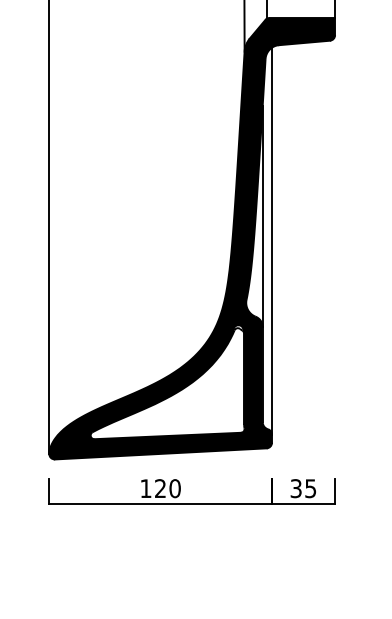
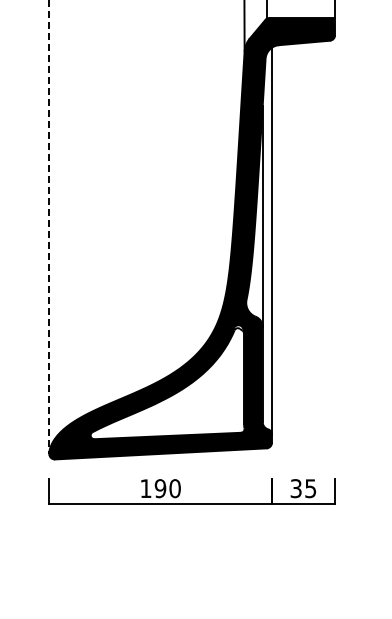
line at (49, 227): solid -> dashed
text at (160, 488): 120 -> 190
